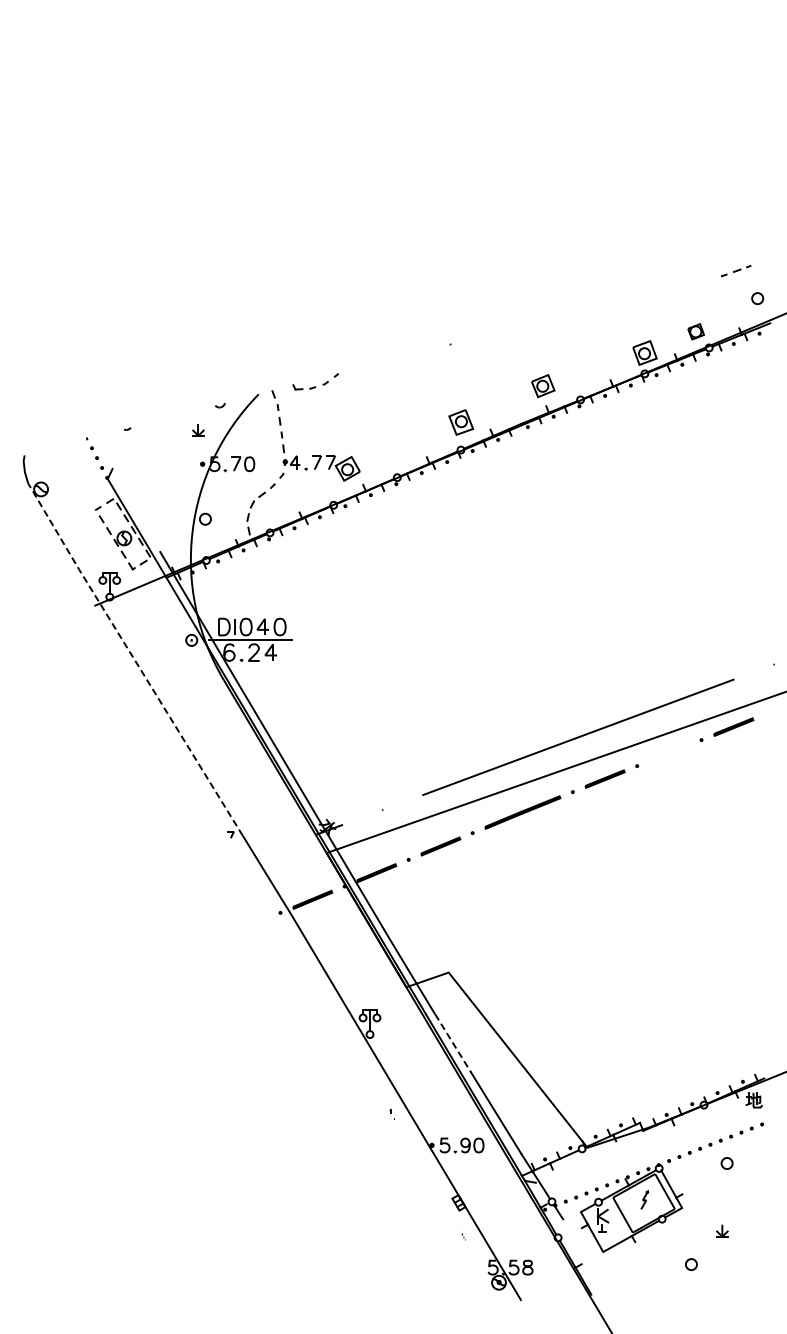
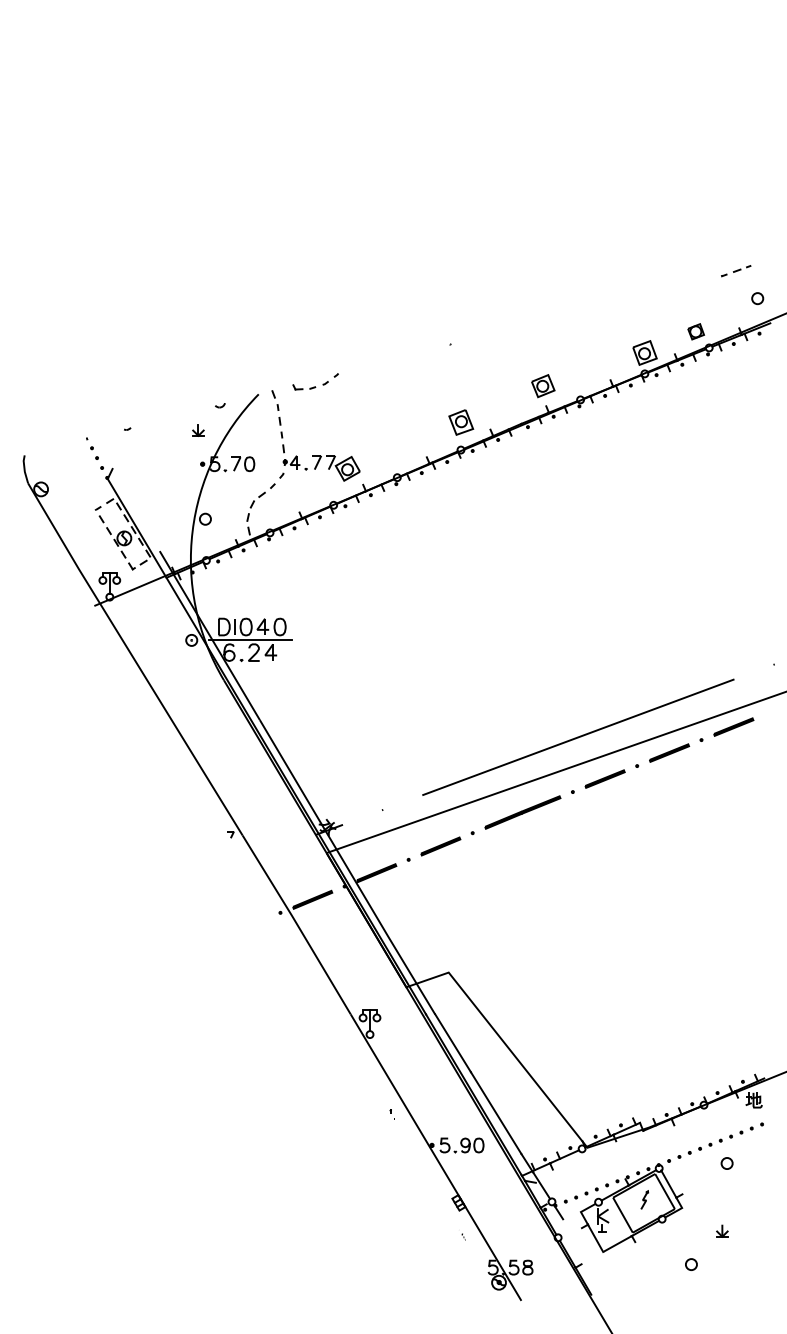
line at (133, 658): dashed -> solid
part at (669, 752): none -> present
line at (453, 1043): dashed -> solid
